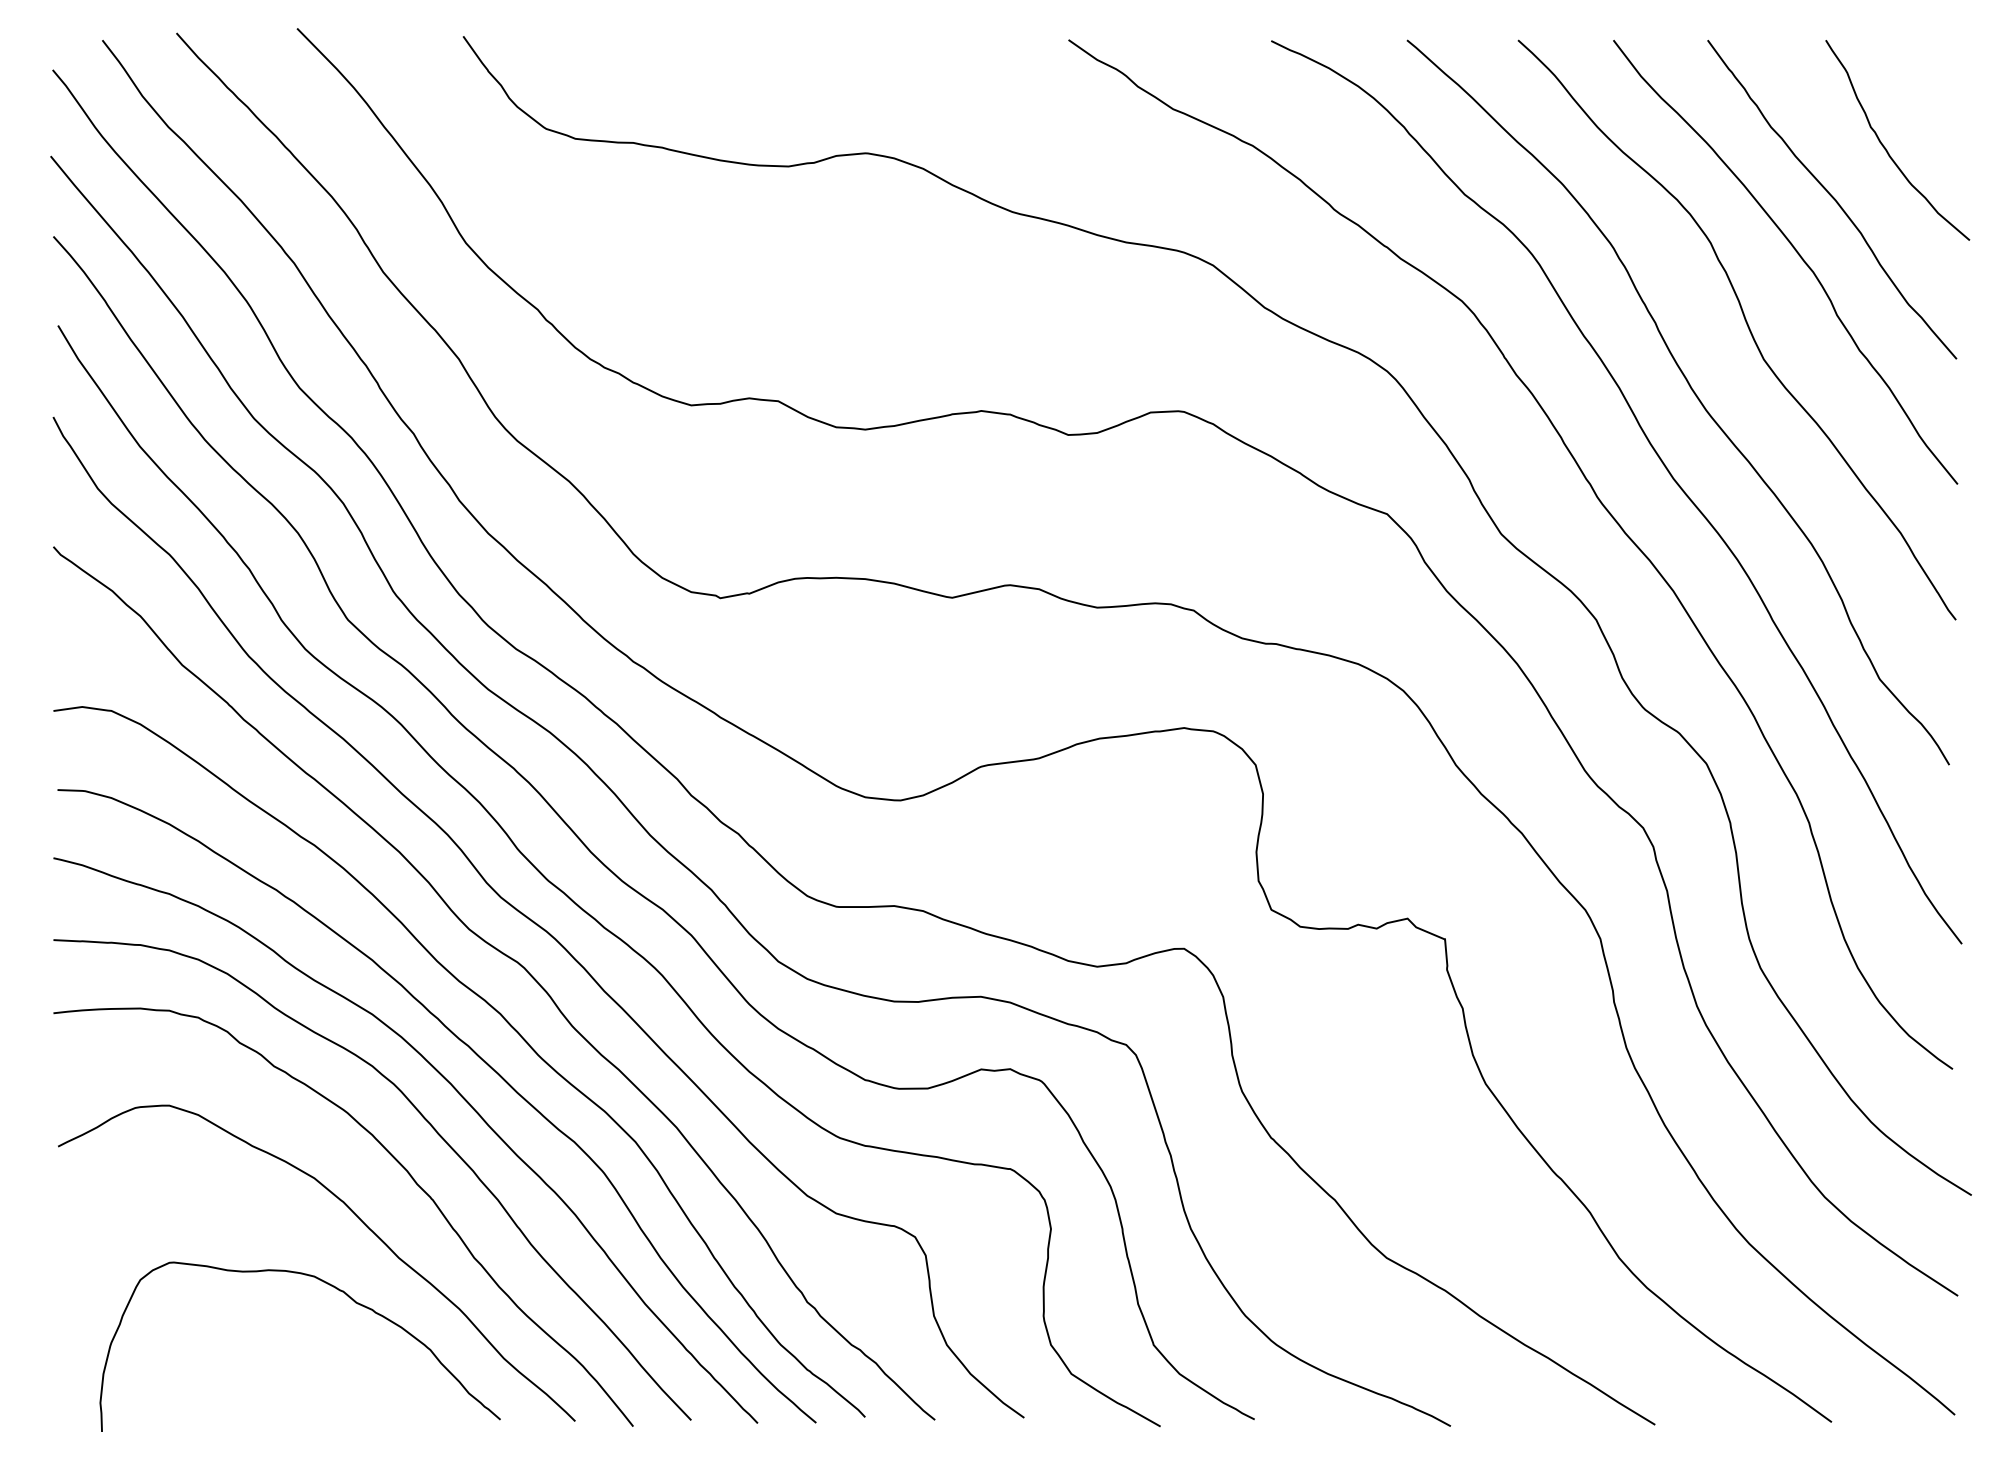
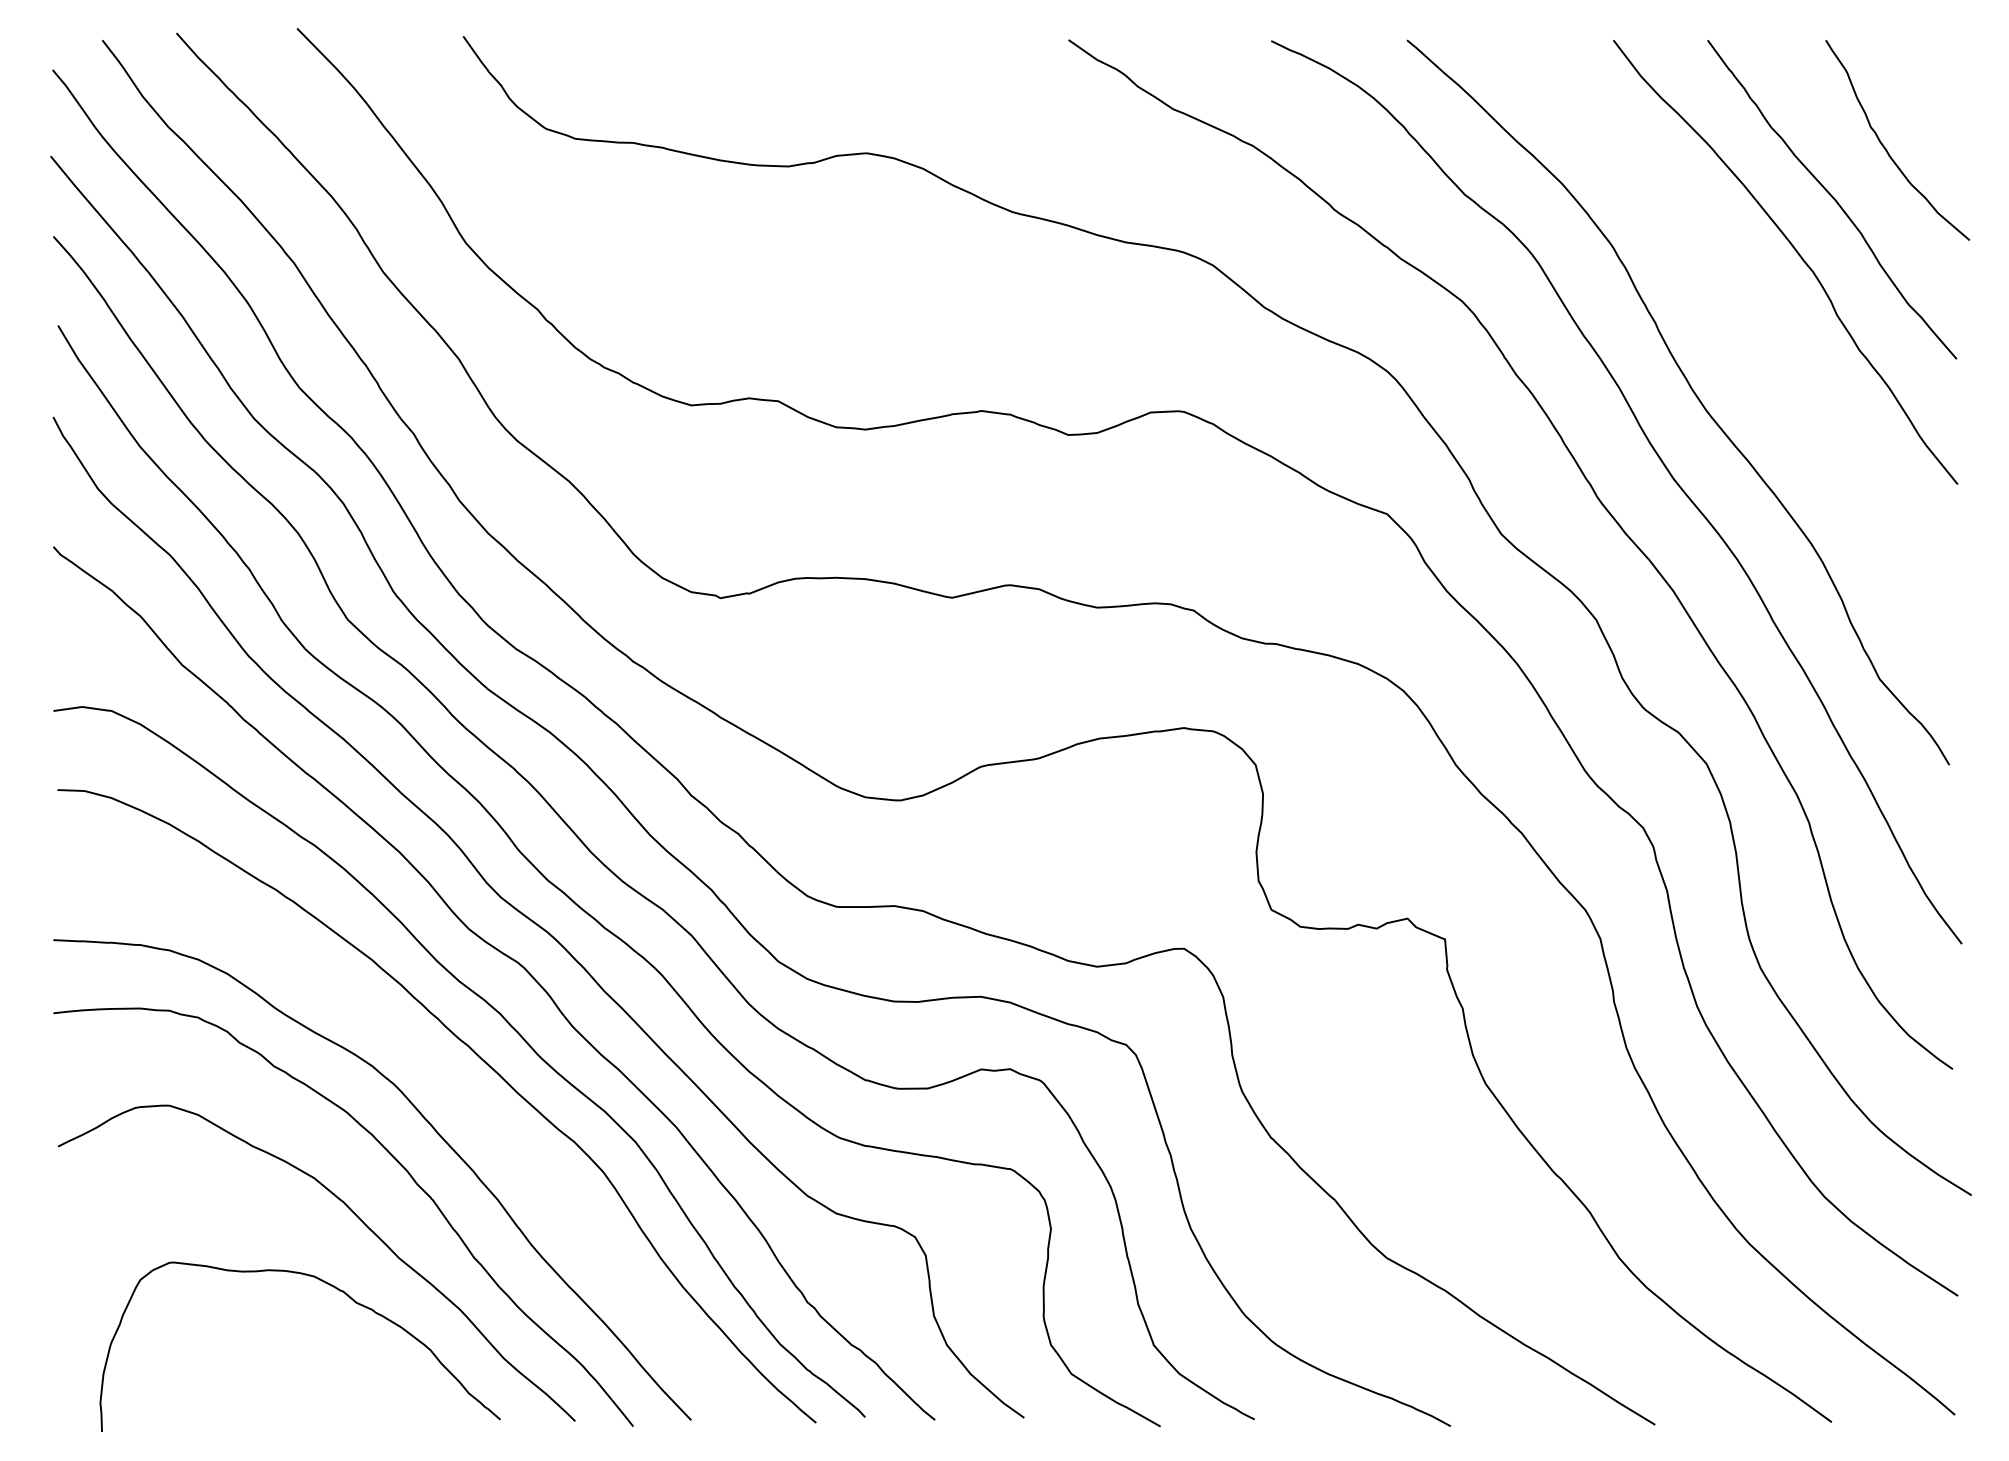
curve at (1746, 324): present -> none
curve at (459, 1095): present -> none
